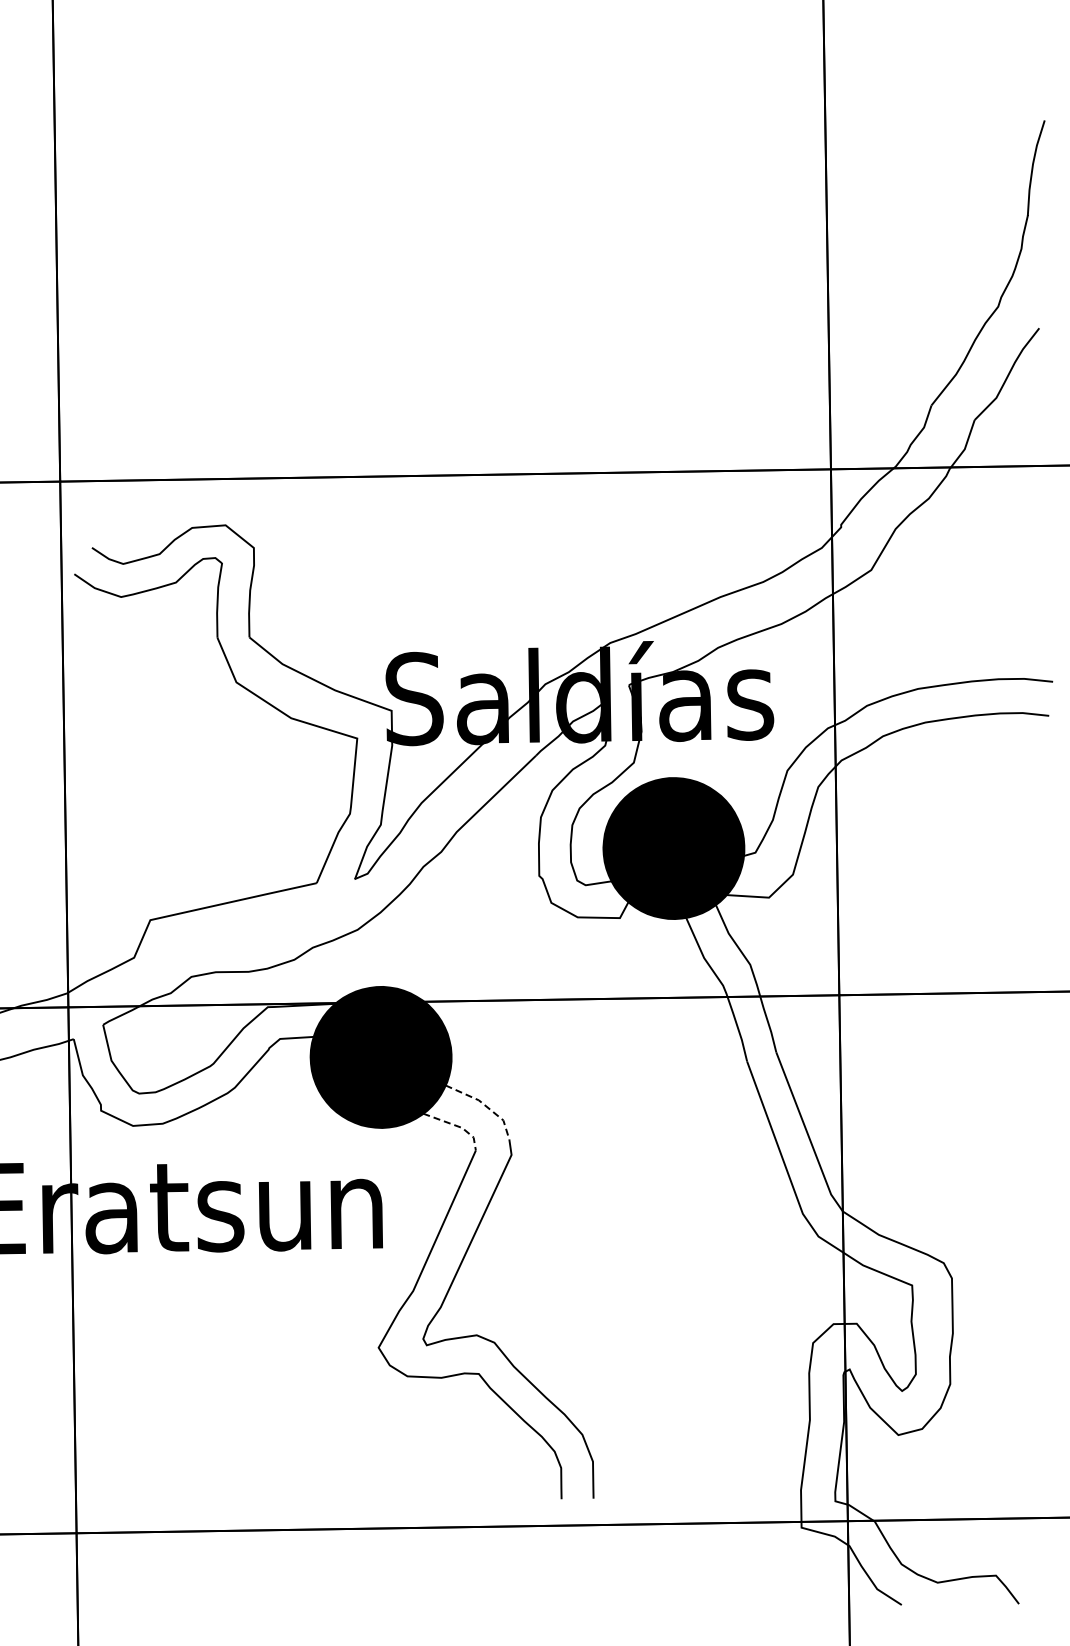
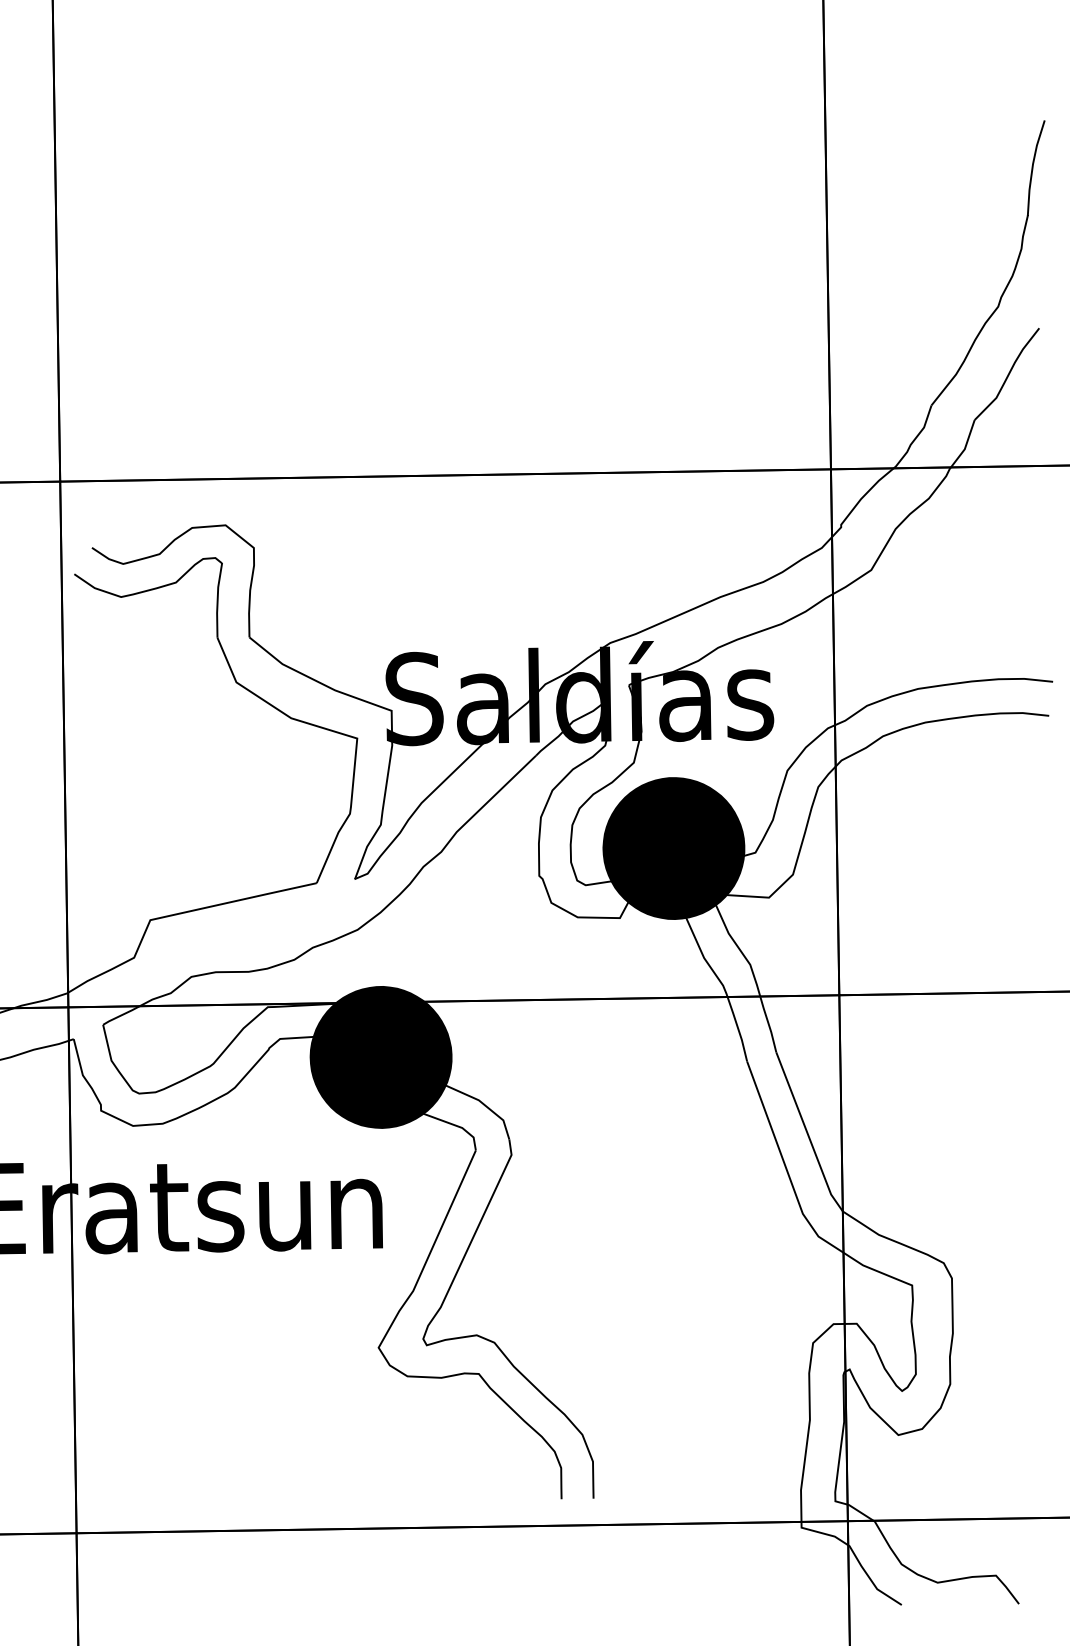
line at (485, 1105): dashed -> solid
line at (457, 1126): dashed -> solid
